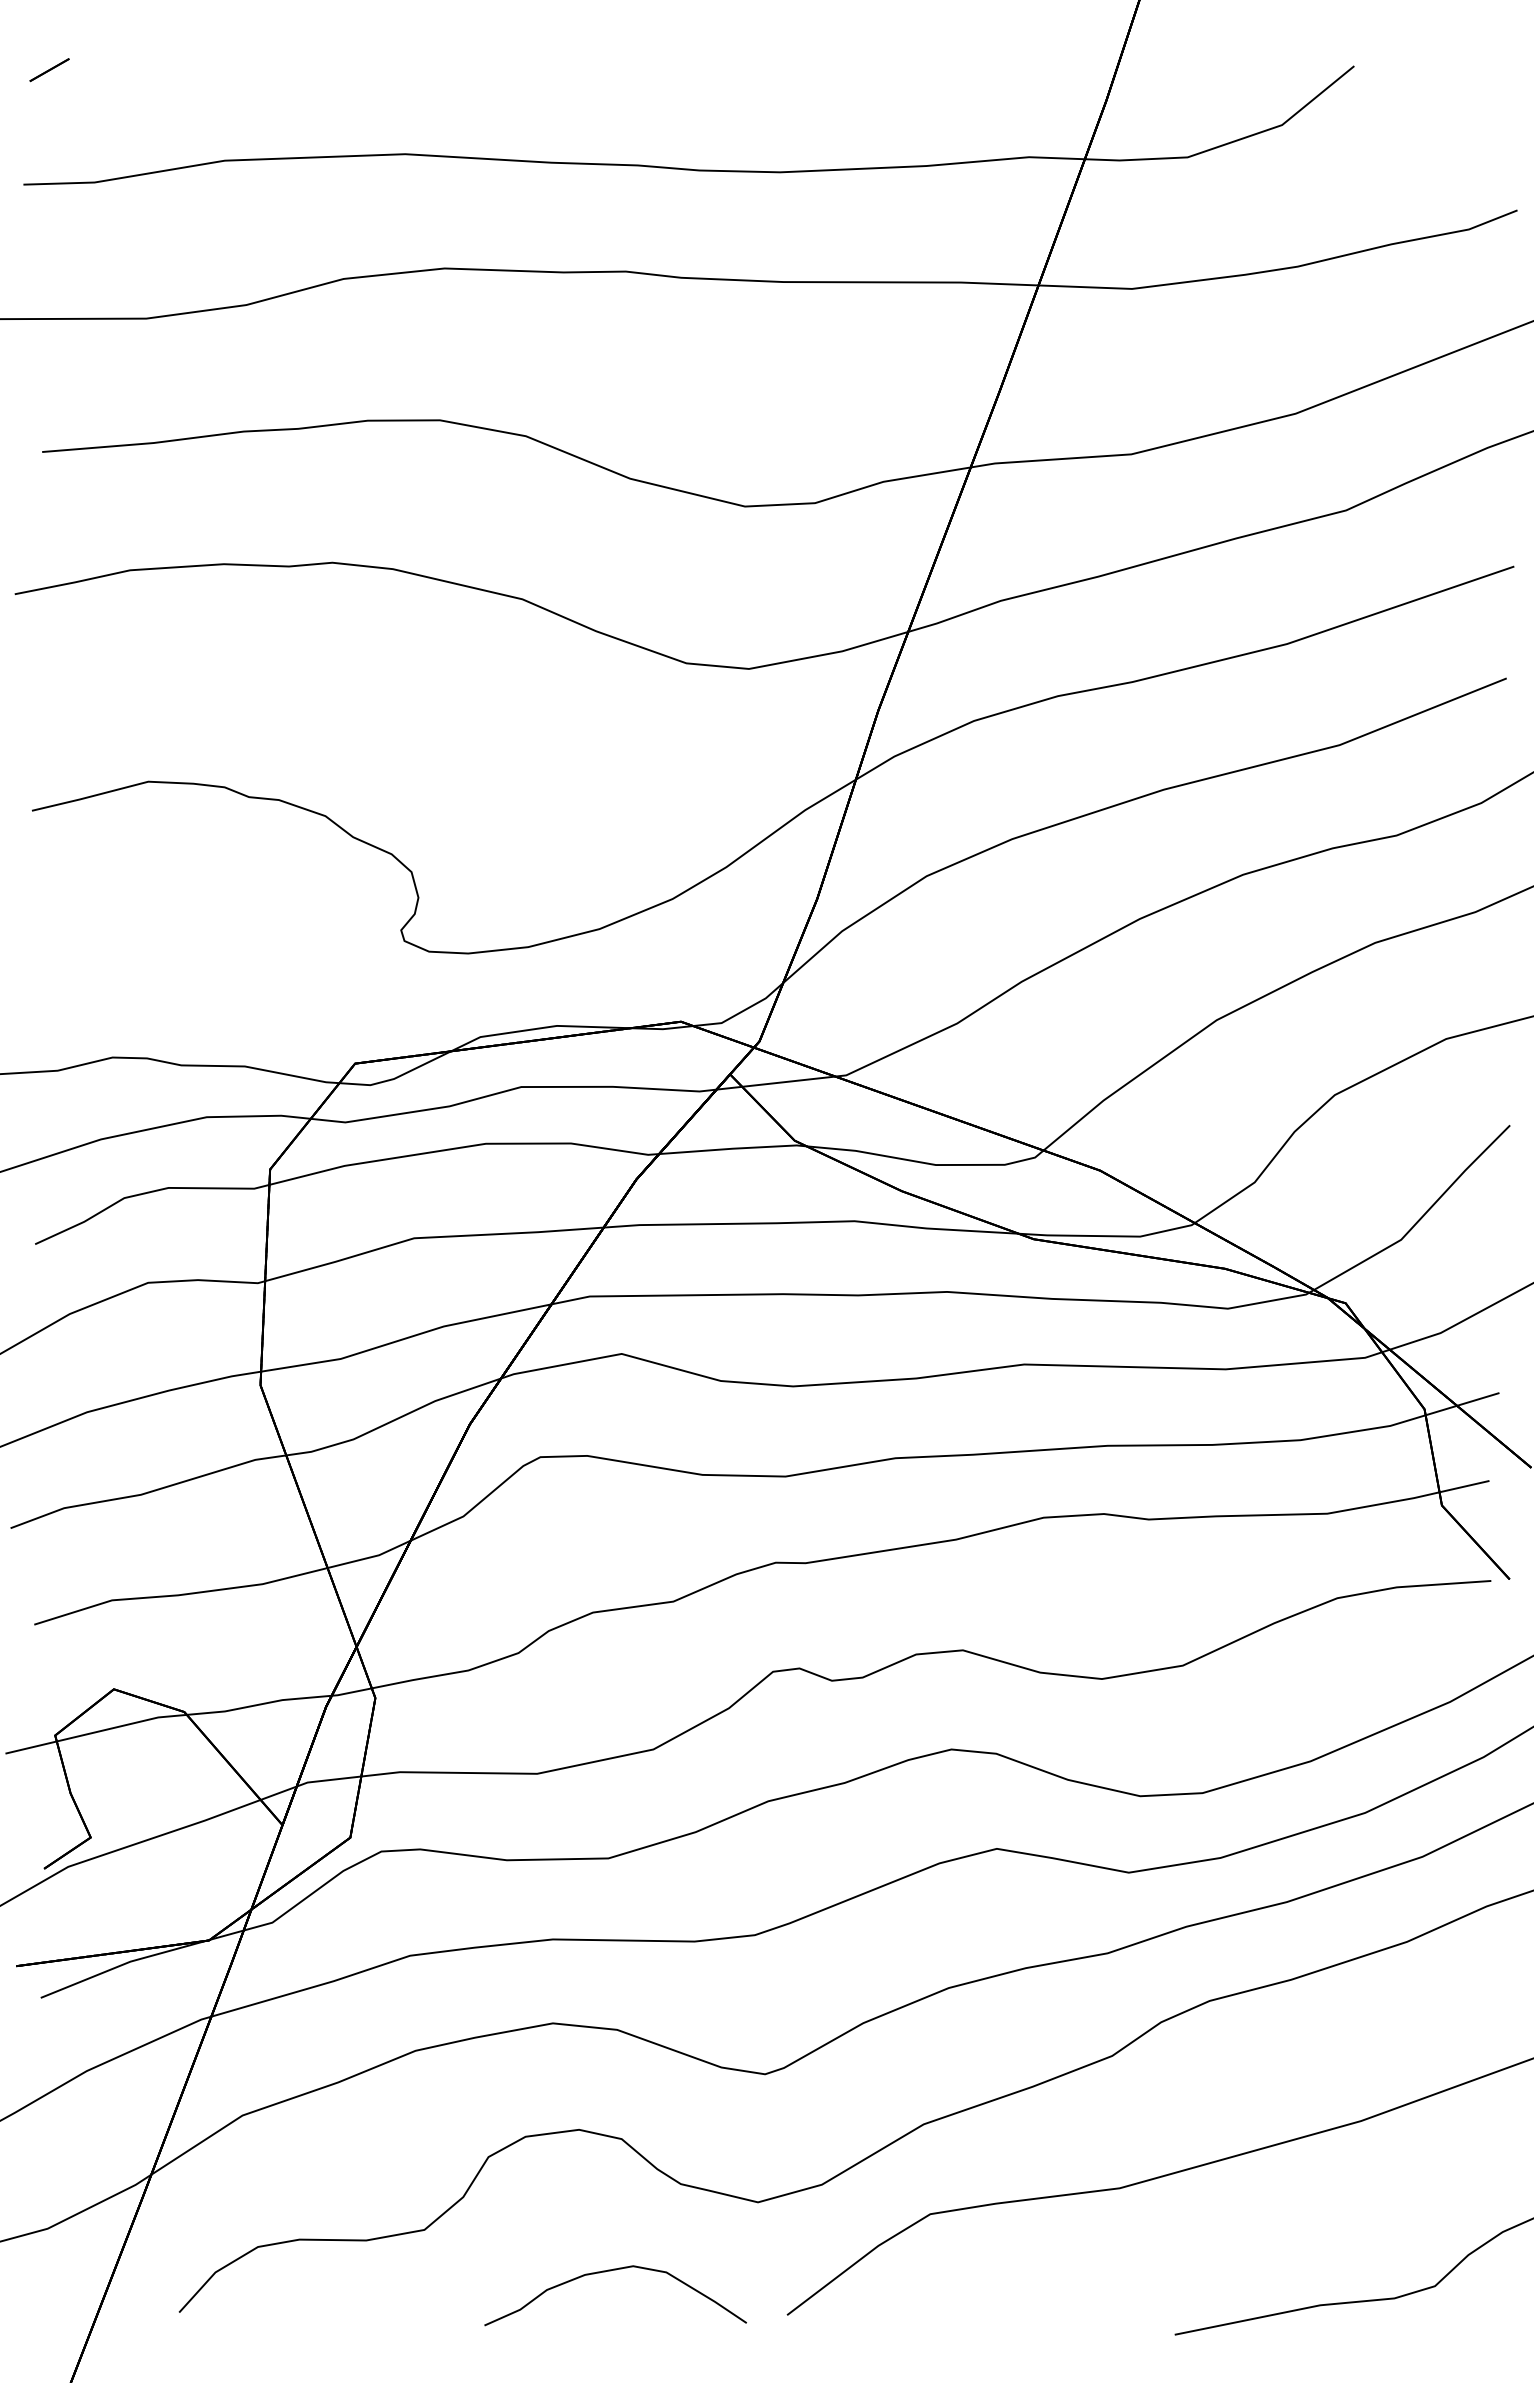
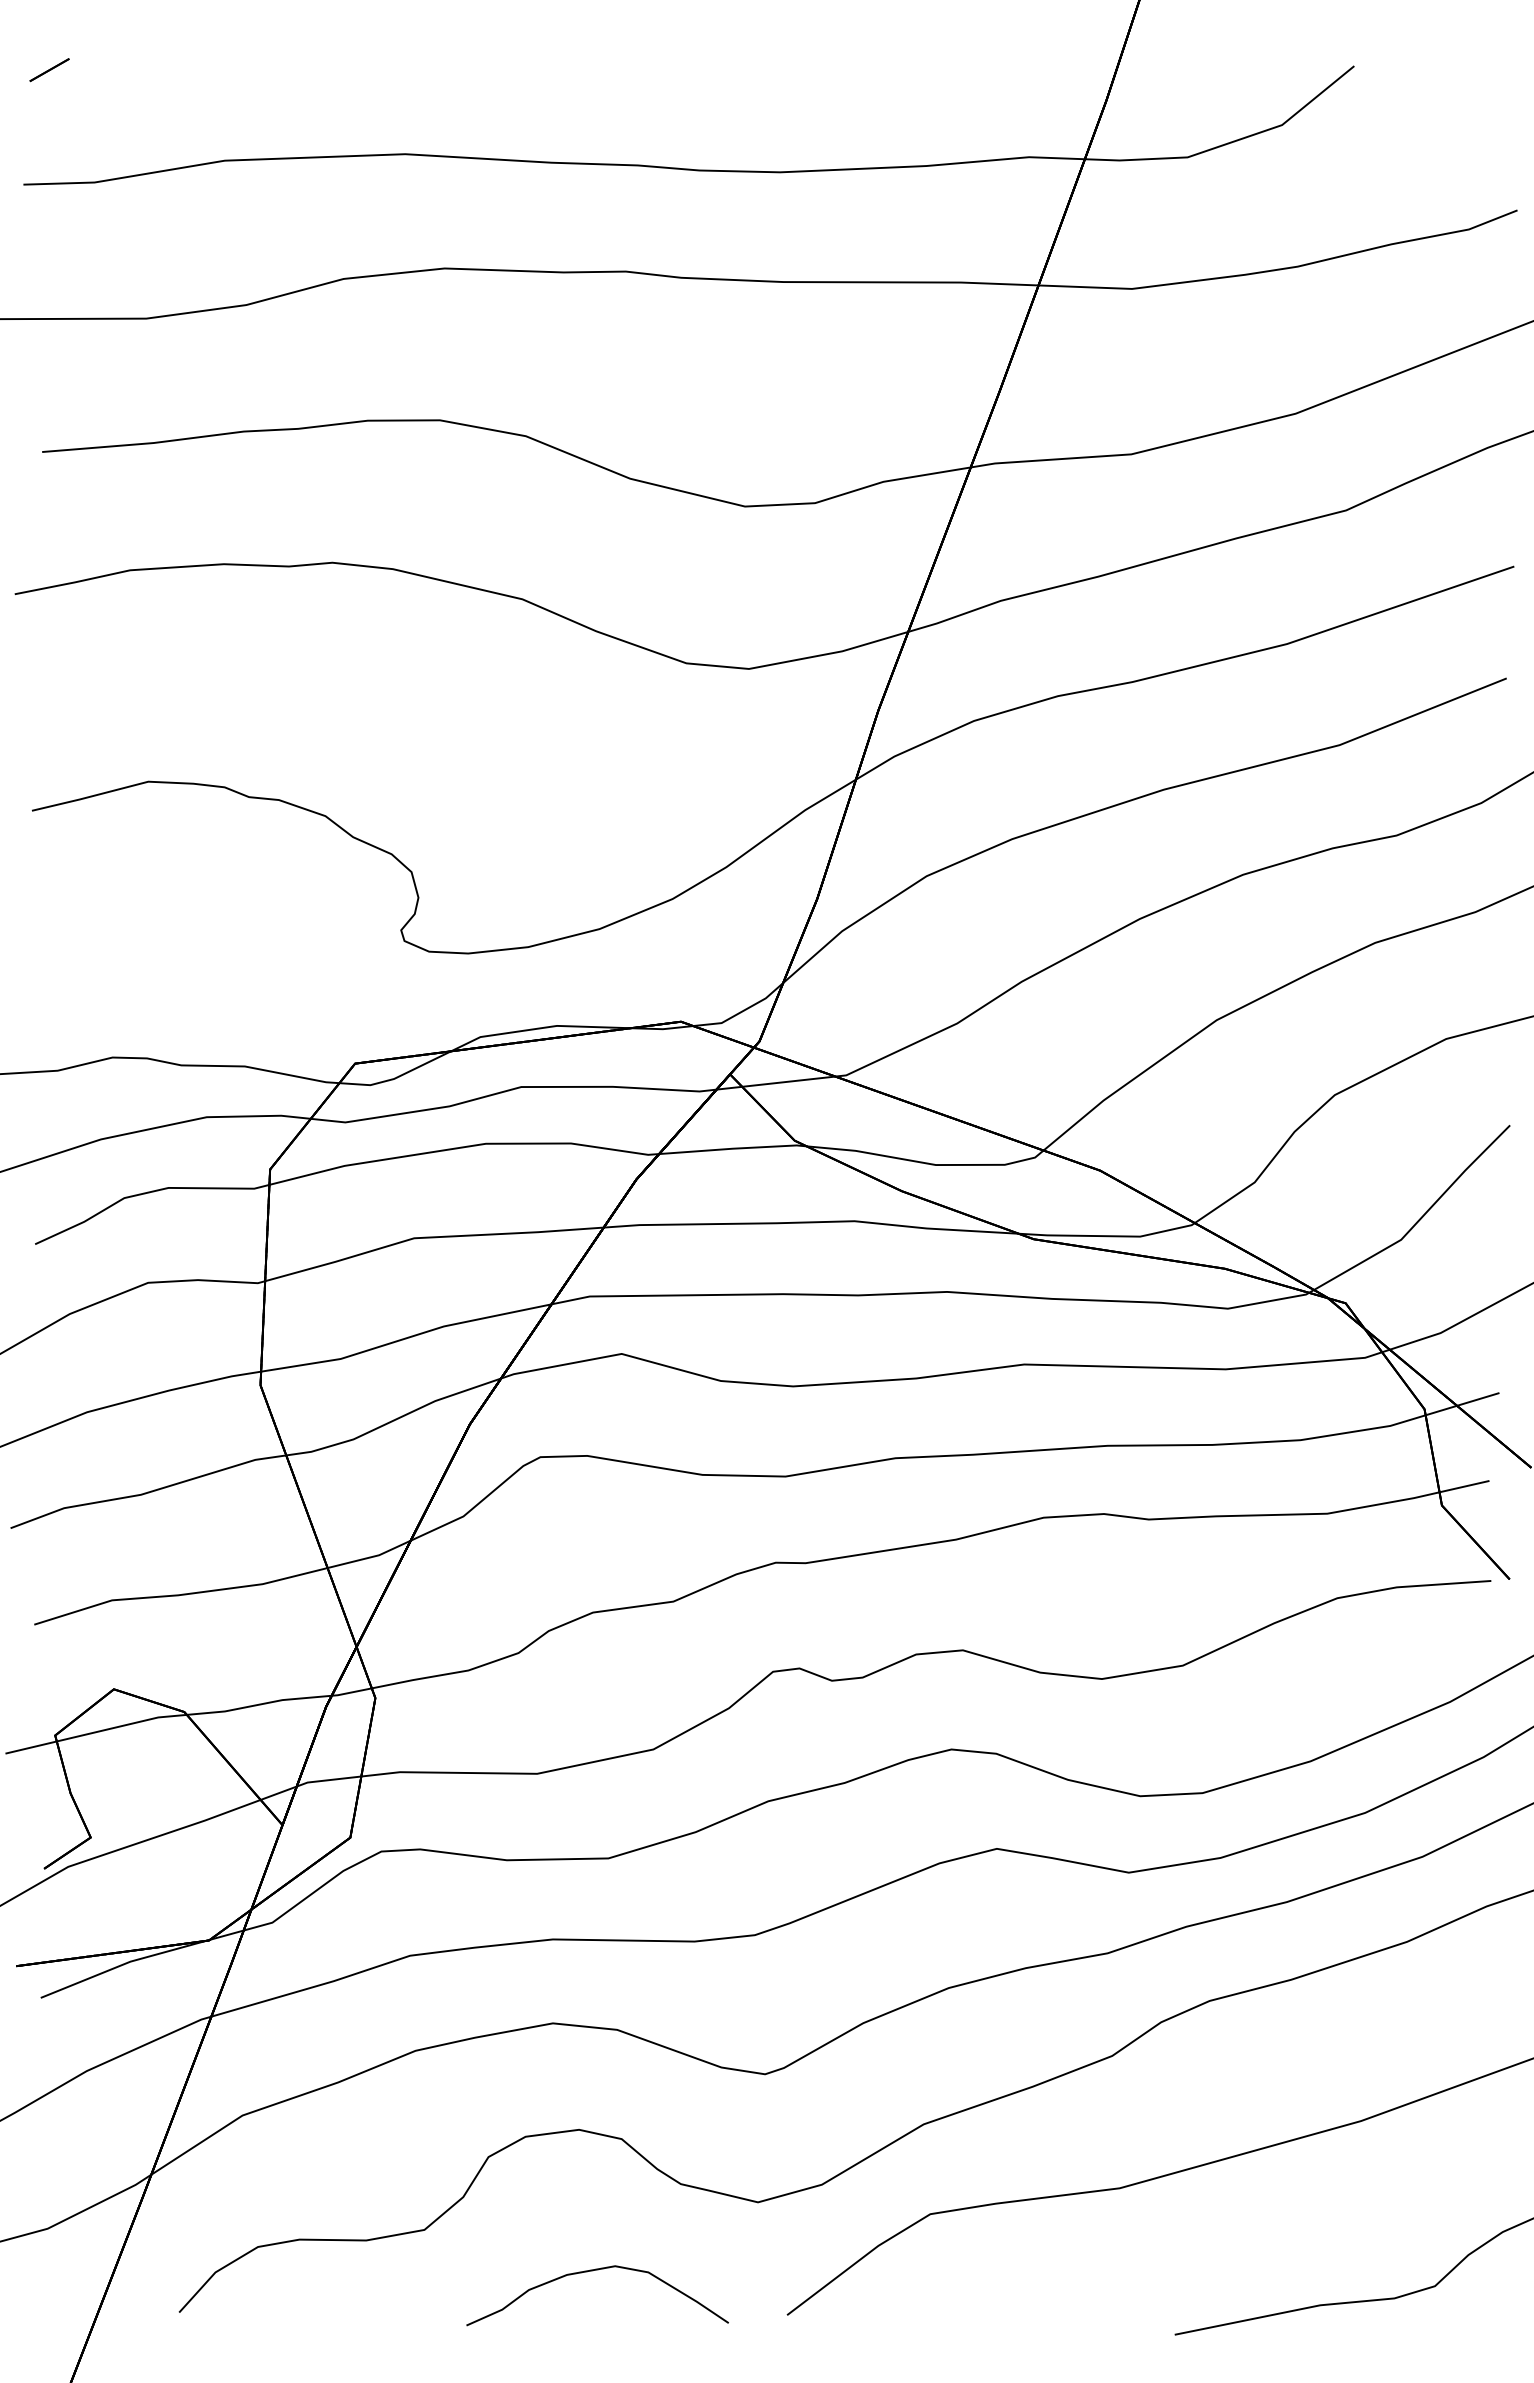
curve at (610, 2271) position: (610, 2271) -> (592, 2271)
